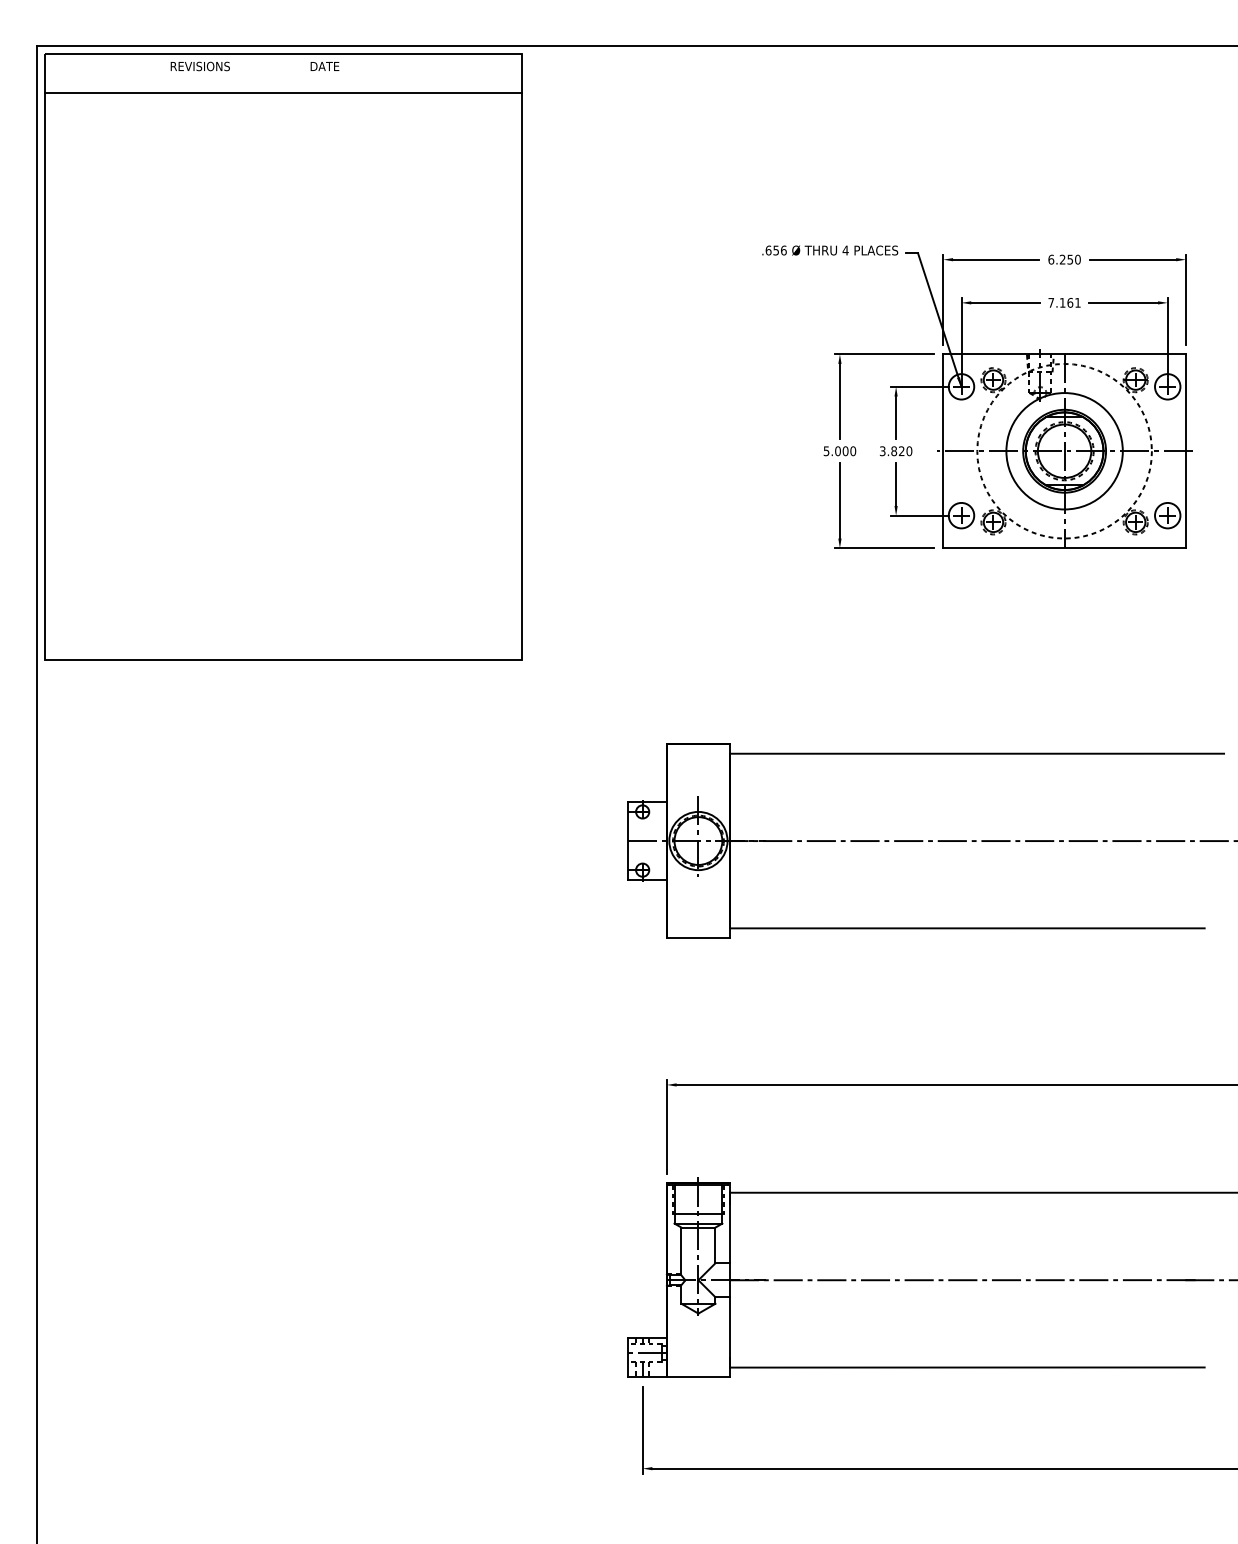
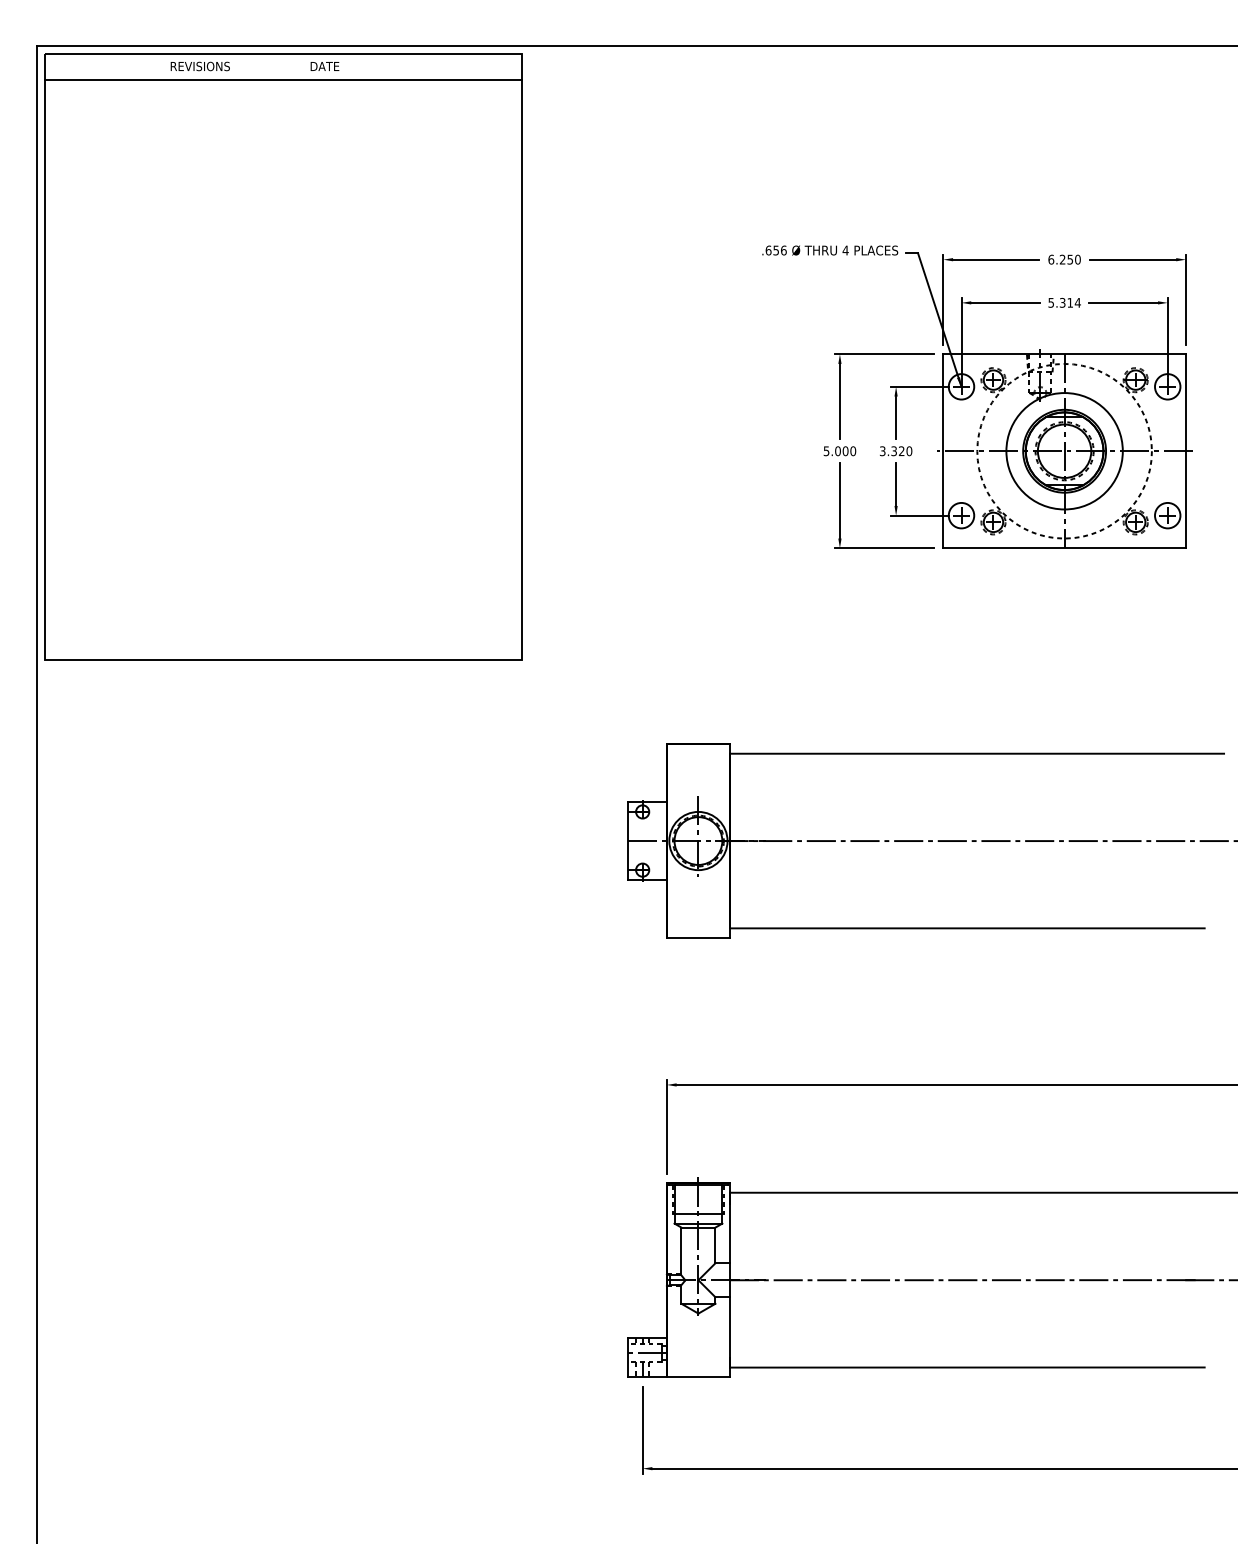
line at (283, 92) position: (283, 92) -> (283, 79)
text at (1064, 302): 7.161 -> 5.314
text at (894, 451): 3.820 -> 3.320
